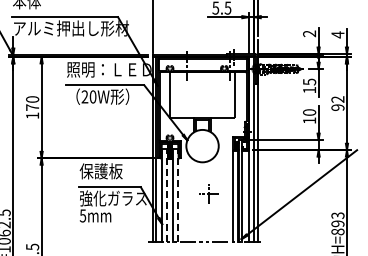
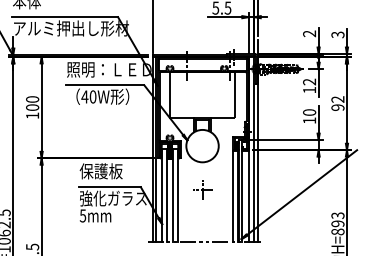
text at (337, 34): 4 -> 3
text at (309, 81): 15 -> 12
text at (84, 96): 20W -> 40W
text at (32, 107): 170 -> 100
part at (208, 193) position: (208, 193) -> (202, 189)
line at (167, 195): dashed -> solid
line at (177, 195): dashed -> solid
